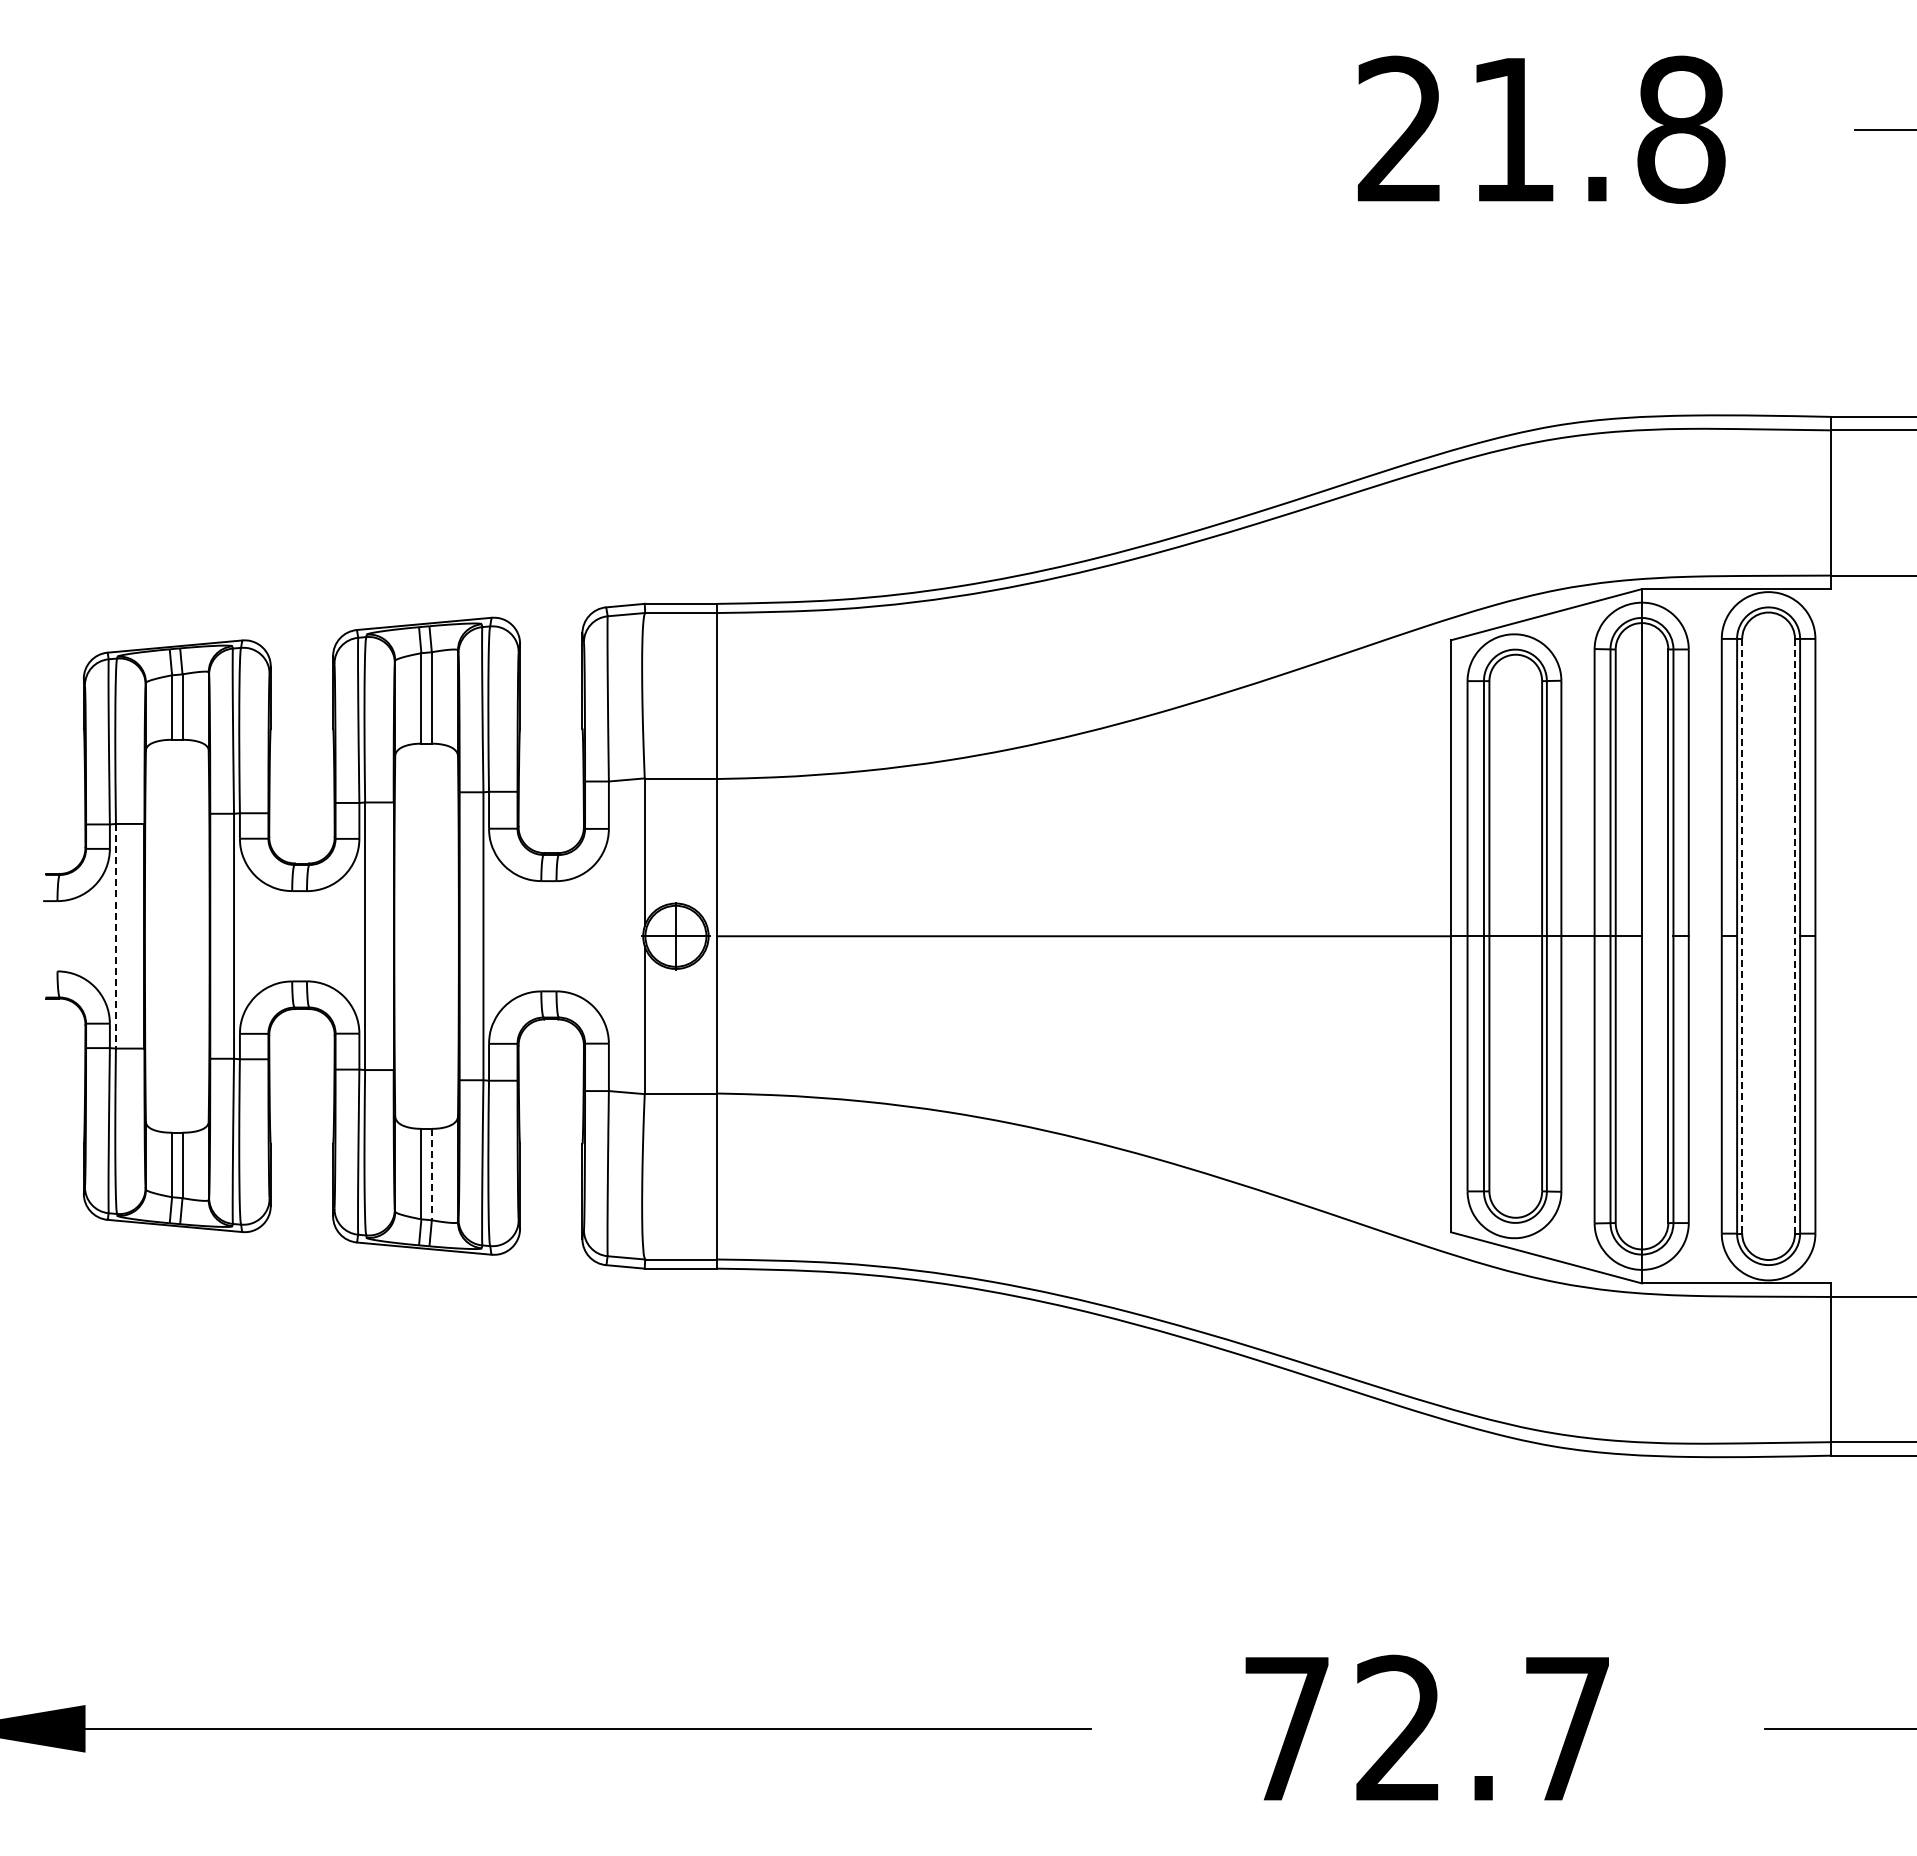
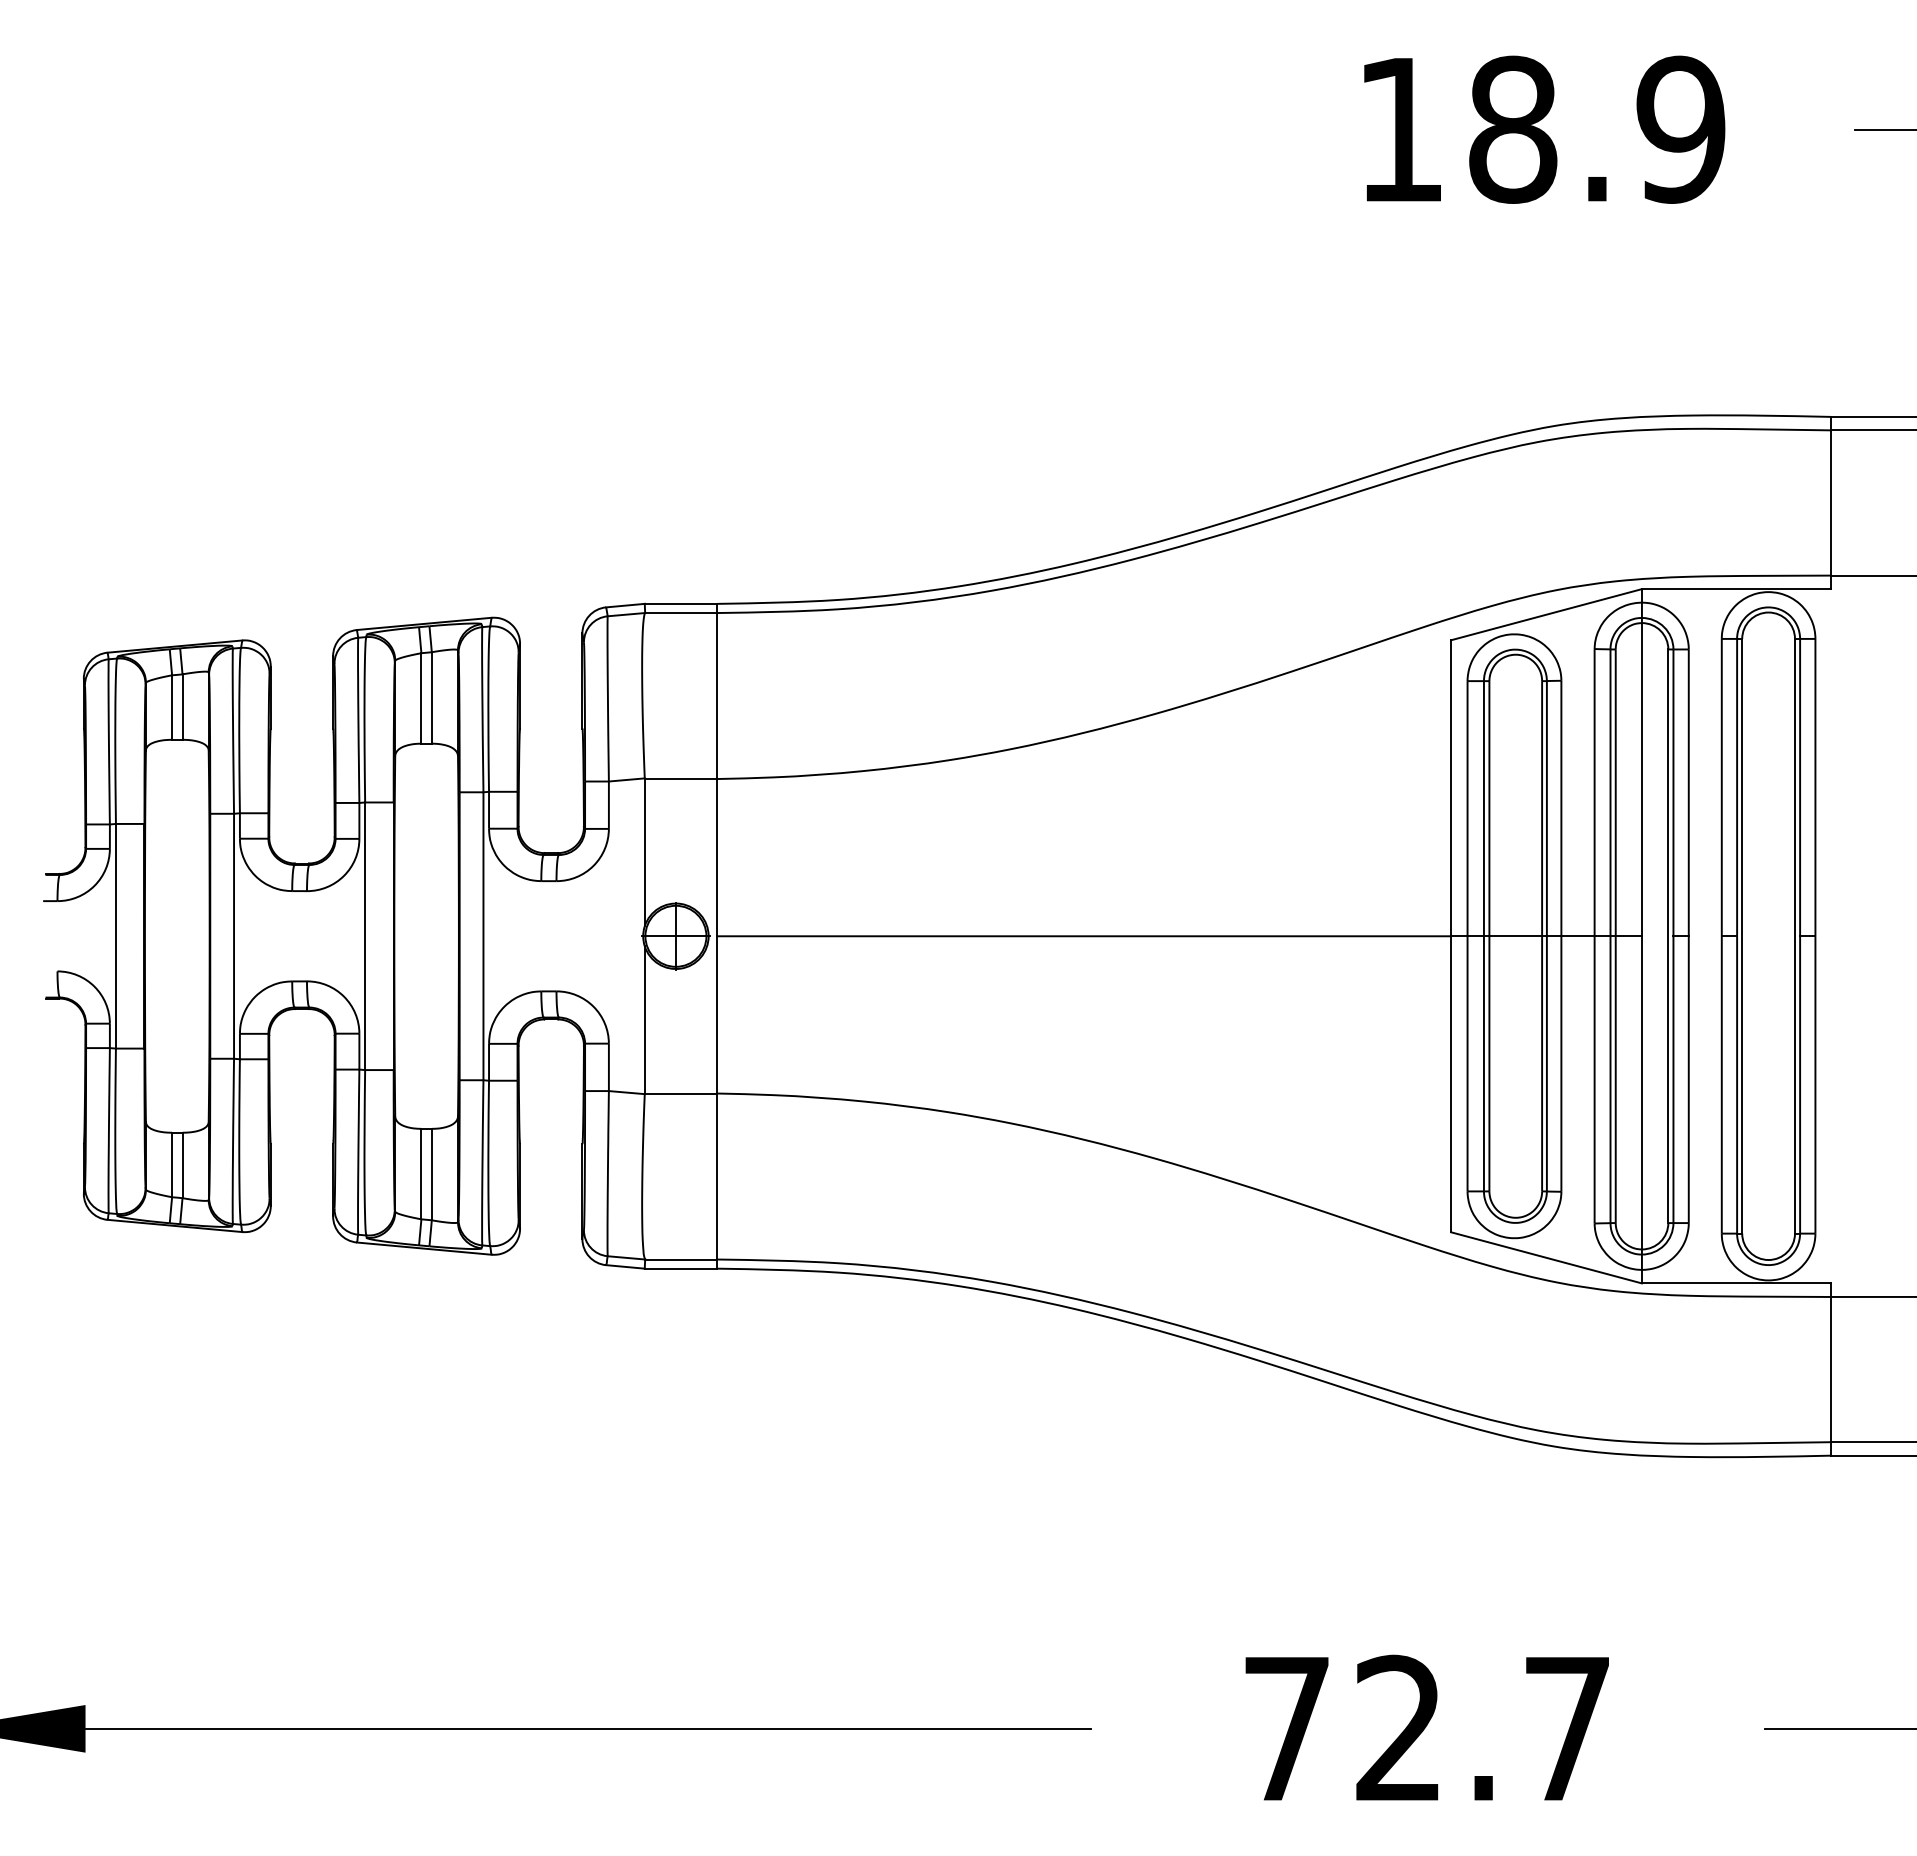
text at (1541, 129): 21.8 -> 18.9
line at (1795, 935): dashed -> solid
line at (115, 936): dashed -> solid
line at (1742, 936): dashed -> solid
line at (431, 1174): dashed -> solid
